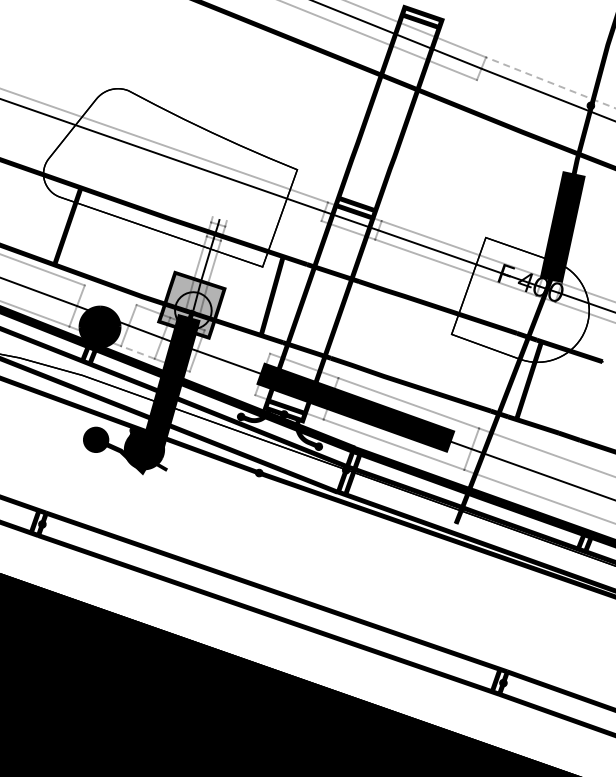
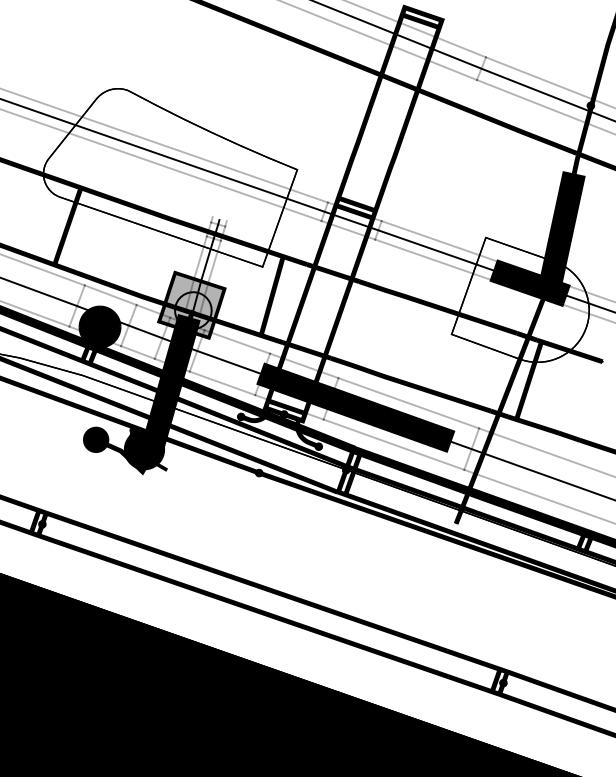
line at (550, 82): dashed -> solid
line at (544, 106): none -> present
line at (161, 165): none -> present
fill at (529, 283): none -> present
line at (110, 295): none -> present
line at (237, 341): none -> present
line at (137, 352): dashed -> solid
line at (222, 383): none -> present
